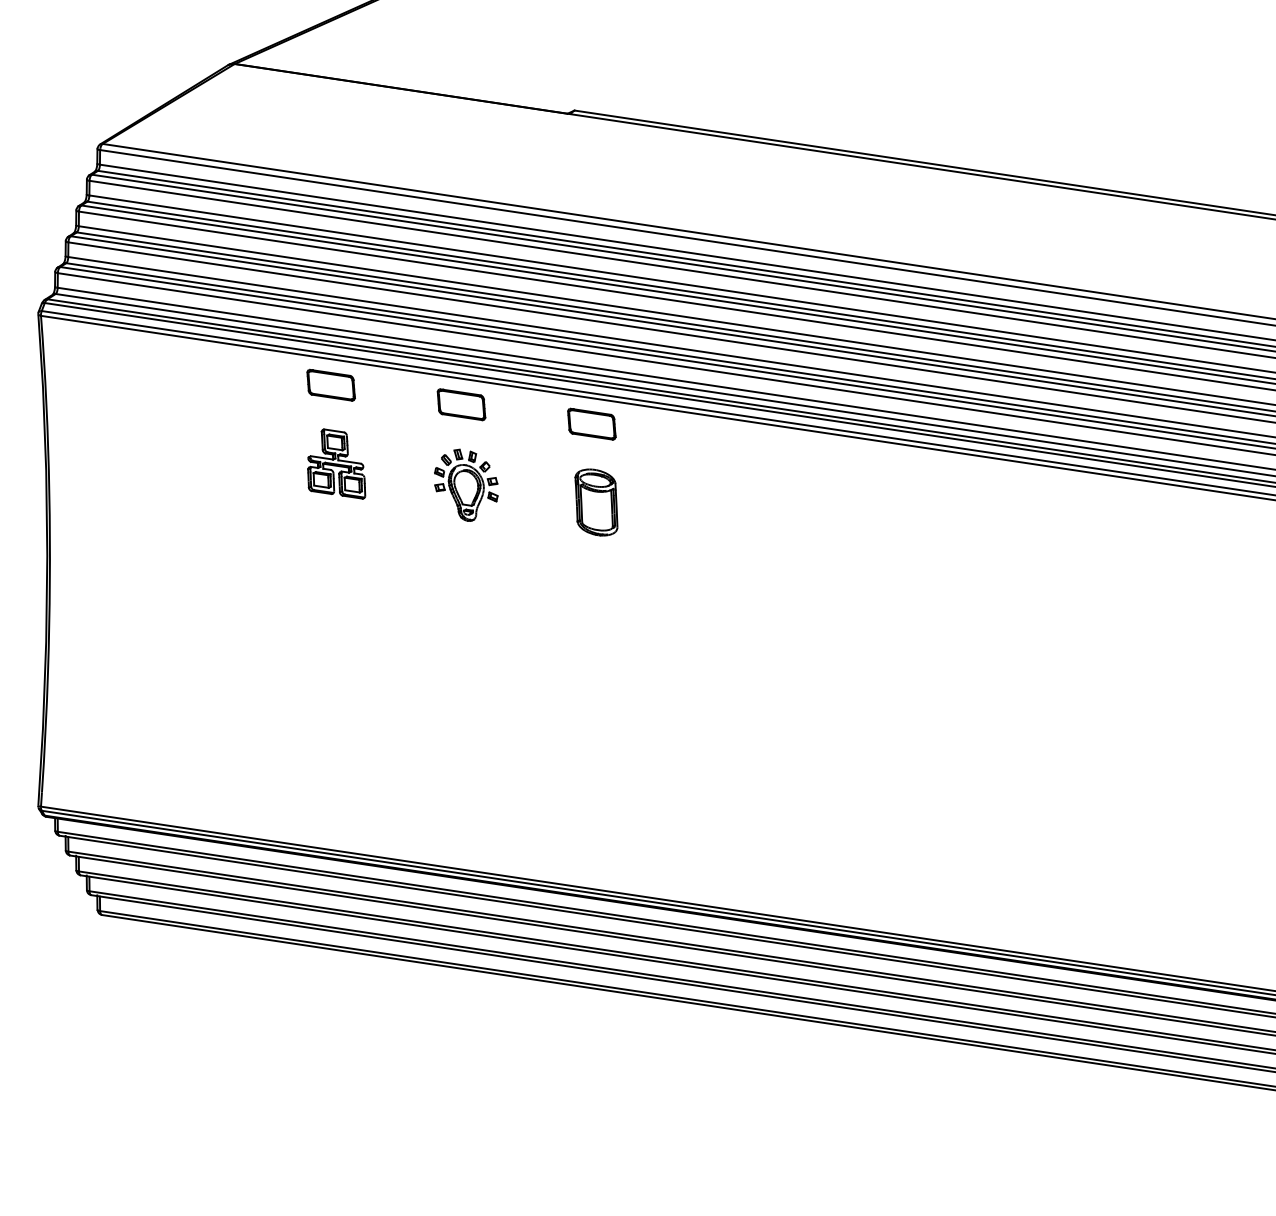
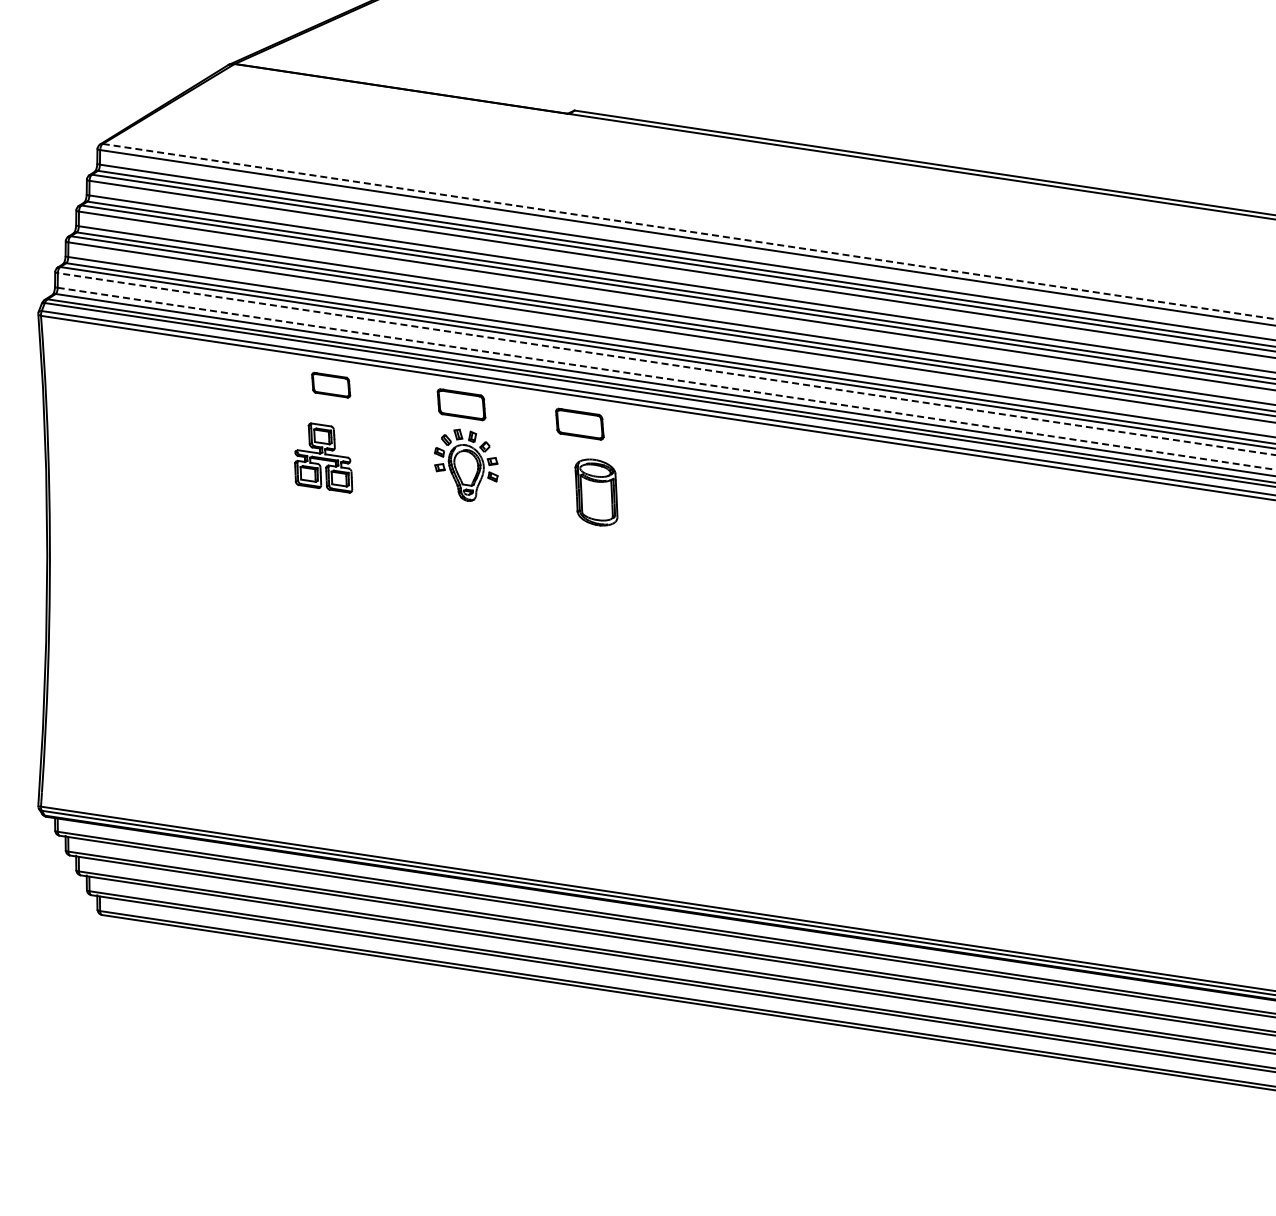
line at (689, 231): solid -> dashed
line at (666, 364): solid -> dashed
line at (666, 378): solid -> dashed
part at (330, 384) size: 50x34 px -> 41x27 px
part at (591, 423) position: (591, 423) -> (579, 423)
part at (336, 463) position: (336, 463) -> (323, 457)
part at (466, 484) position: (466, 484) -> (466, 464)
part at (596, 502) position: (596, 502) -> (596, 492)
